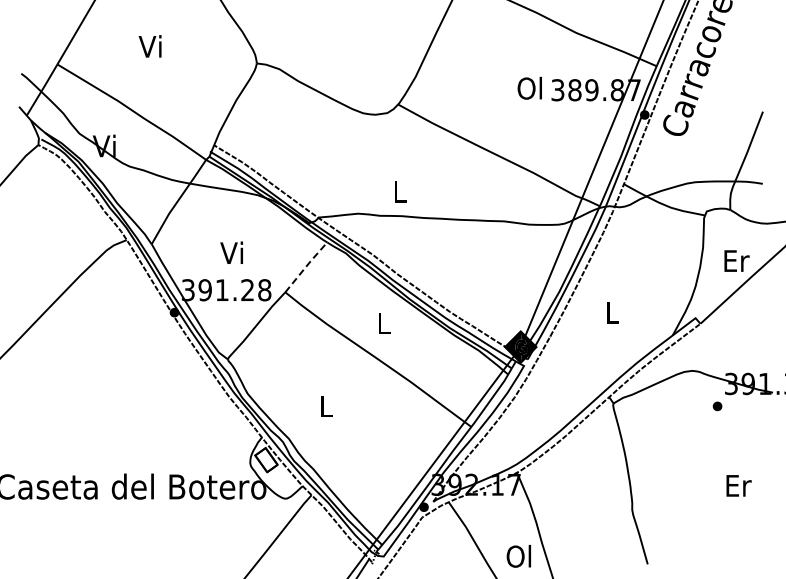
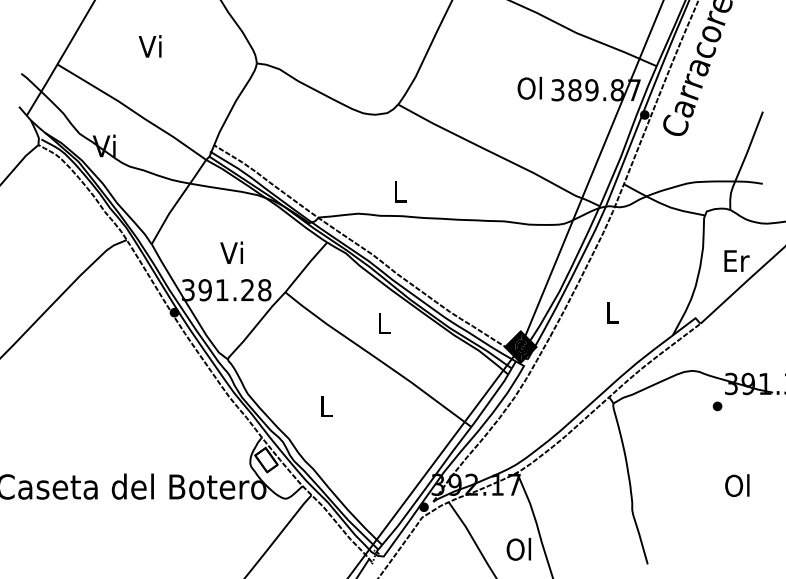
line at (305, 267): dashed -> solid
text at (738, 485): Er -> Ol
text at (518, 556) position: (518, 556) -> (518, 549)
